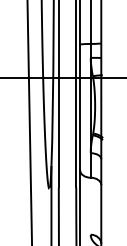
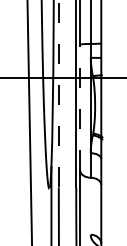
line at (58, 93): solid -> dashed
line at (80, 107): solid -> dashed
